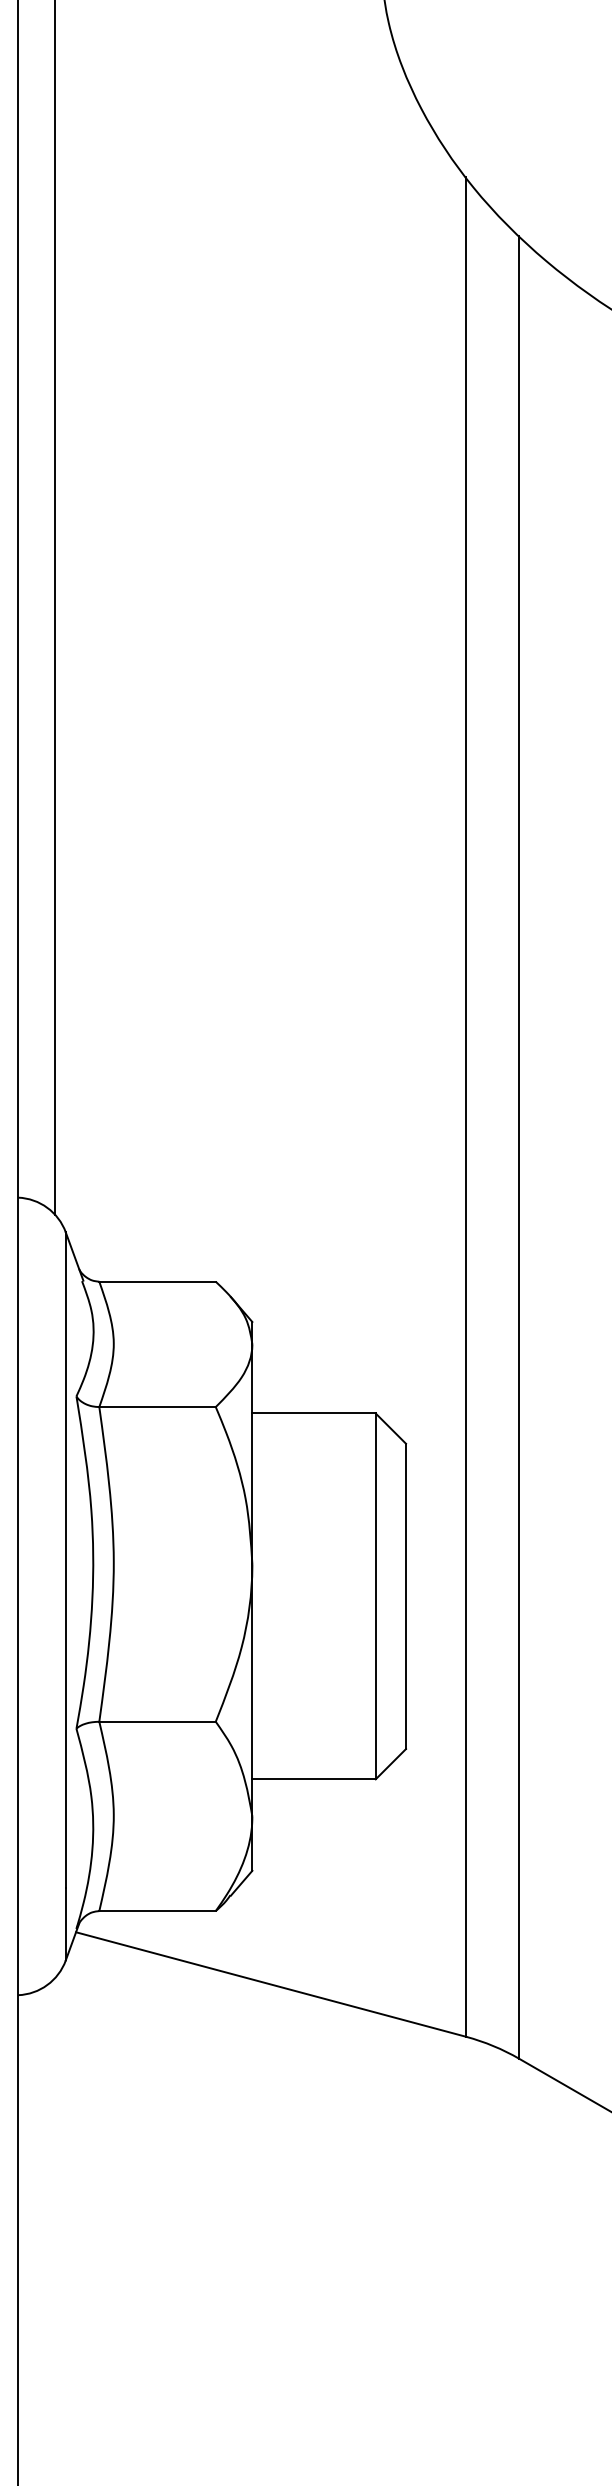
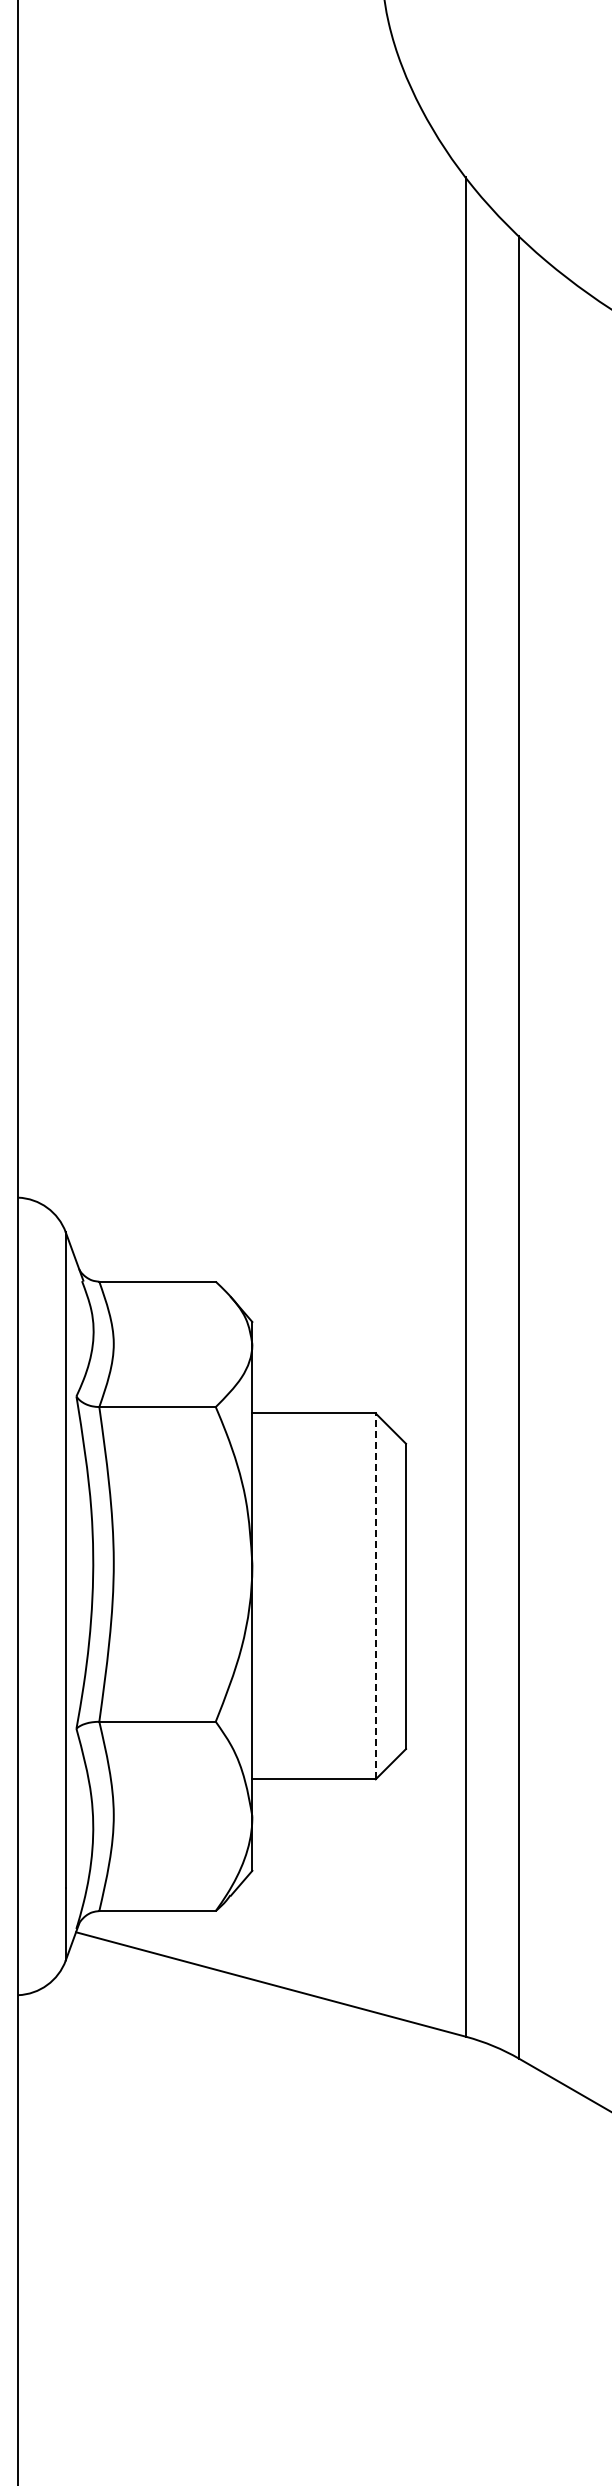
line at (55, 608): present -> none
line at (375, 1596): solid -> dashed
